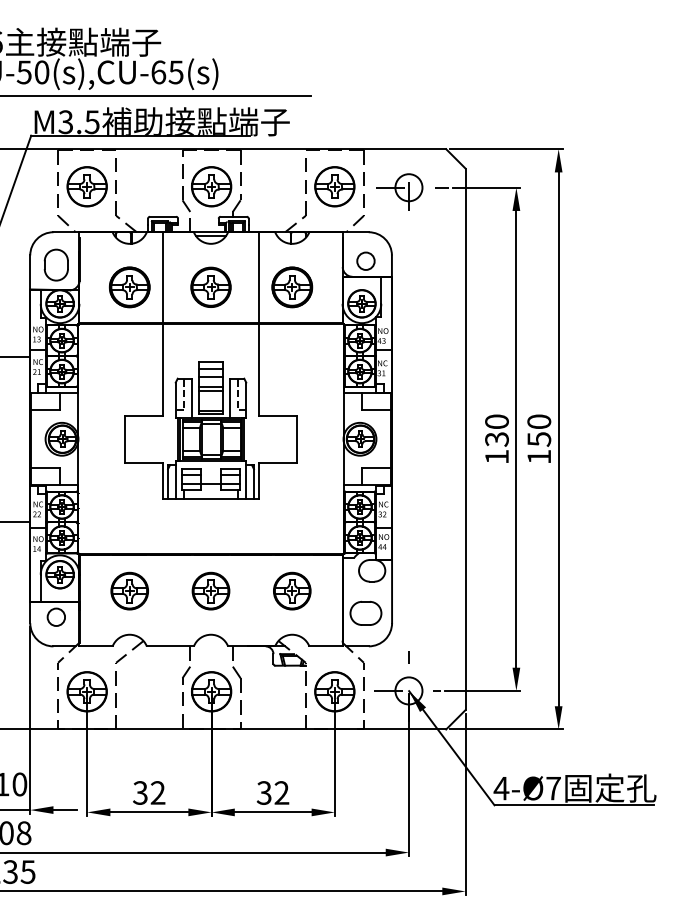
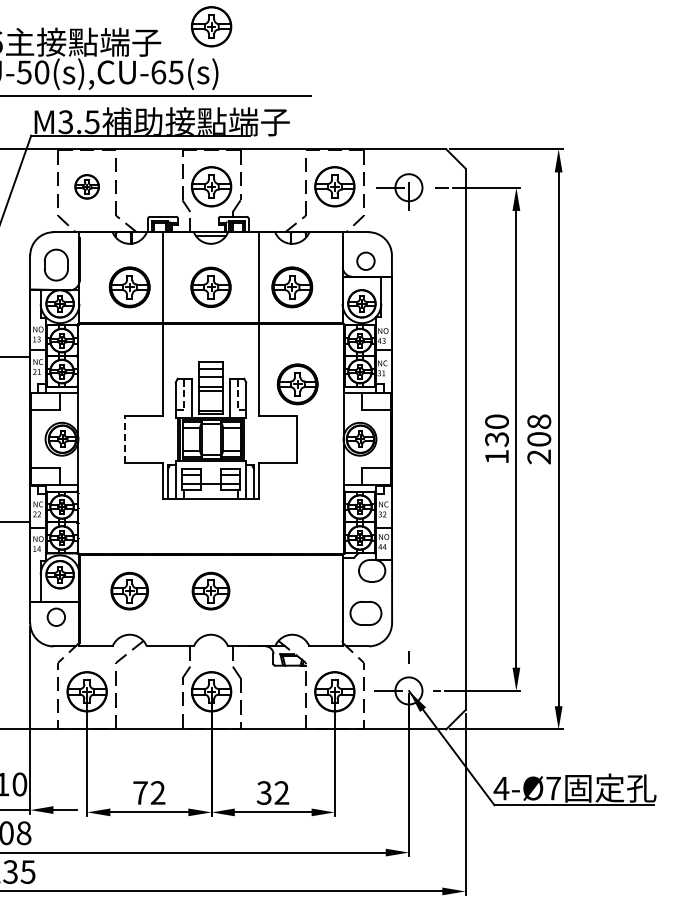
part at (211, 26): none -> present
part at (86, 186) size: 42x42 px -> 26x26 px
part at (297, 384): none -> present
line at (124, 438): solid -> dashed
text at (539, 439): 150 -> 208
part at (292, 590): present -> none
text at (140, 792): 32 -> 72
